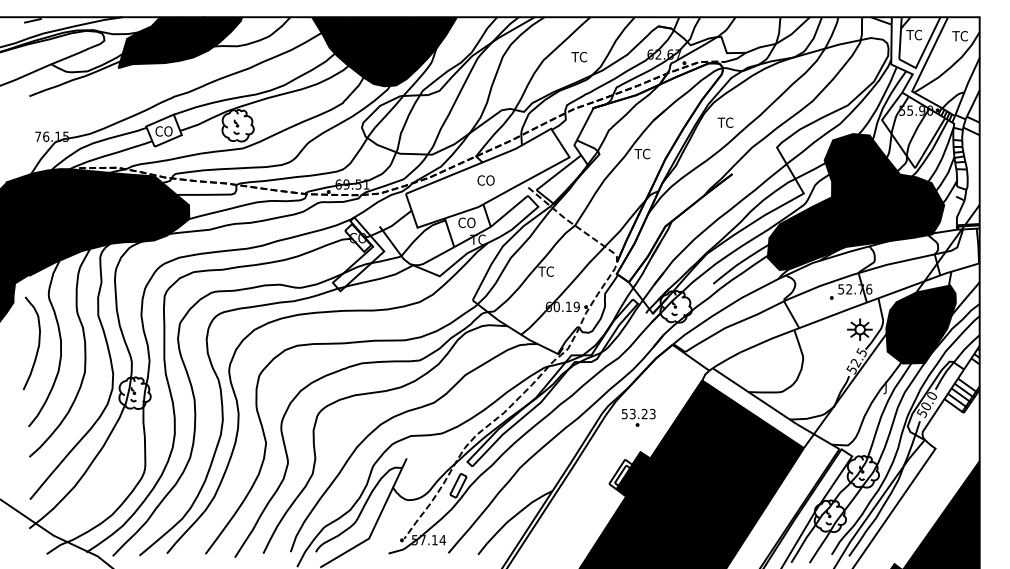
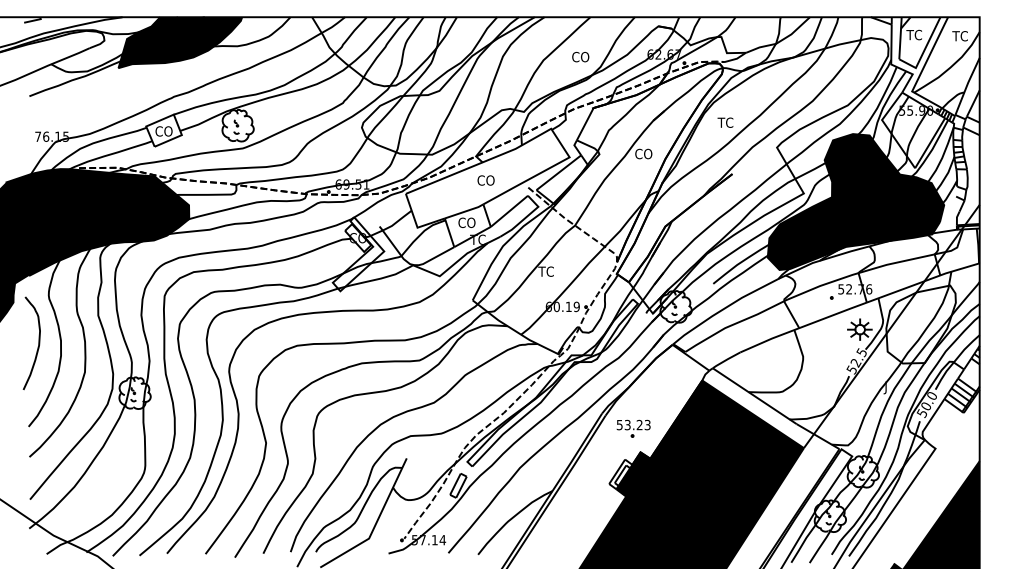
fill at (384, 51): present -> none
text at (580, 56): TC -> CO
text at (643, 153): TC -> CO
fill at (920, 324): present -> none
part at (638, 417) position: (638, 417) -> (633, 428)
